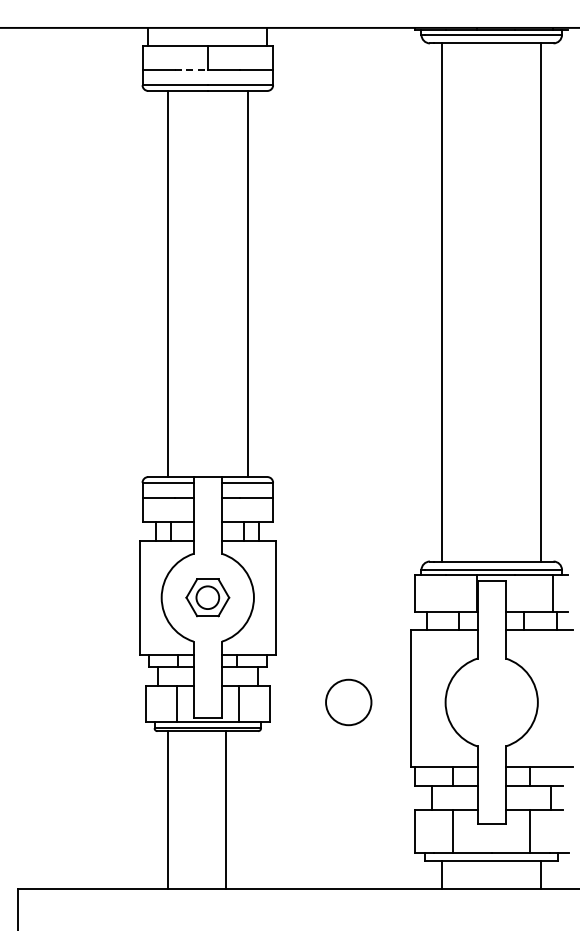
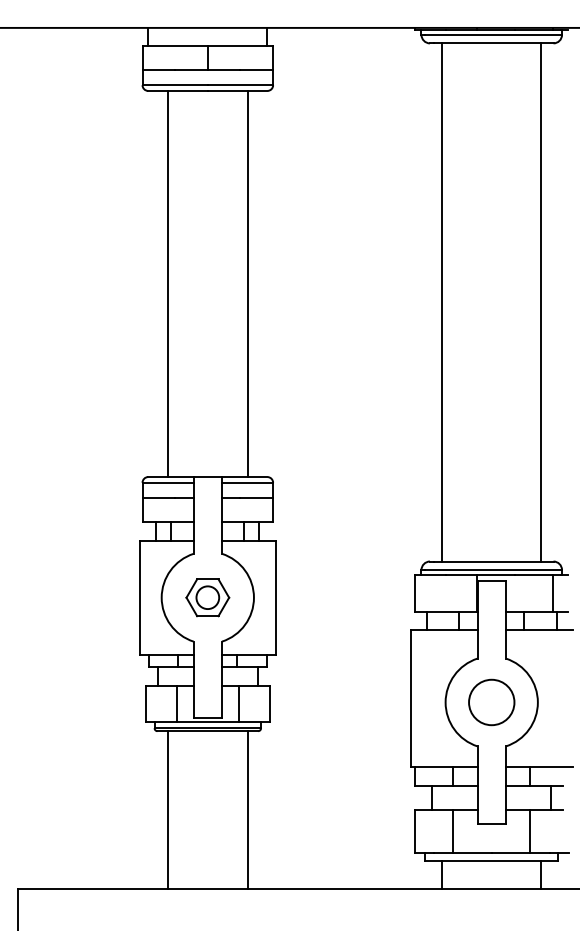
line at (192, 69): dashed -> solid
circle at (348, 702) position: (348, 702) -> (491, 702)
line at (225, 809) position: (225, 809) -> (247, 809)
